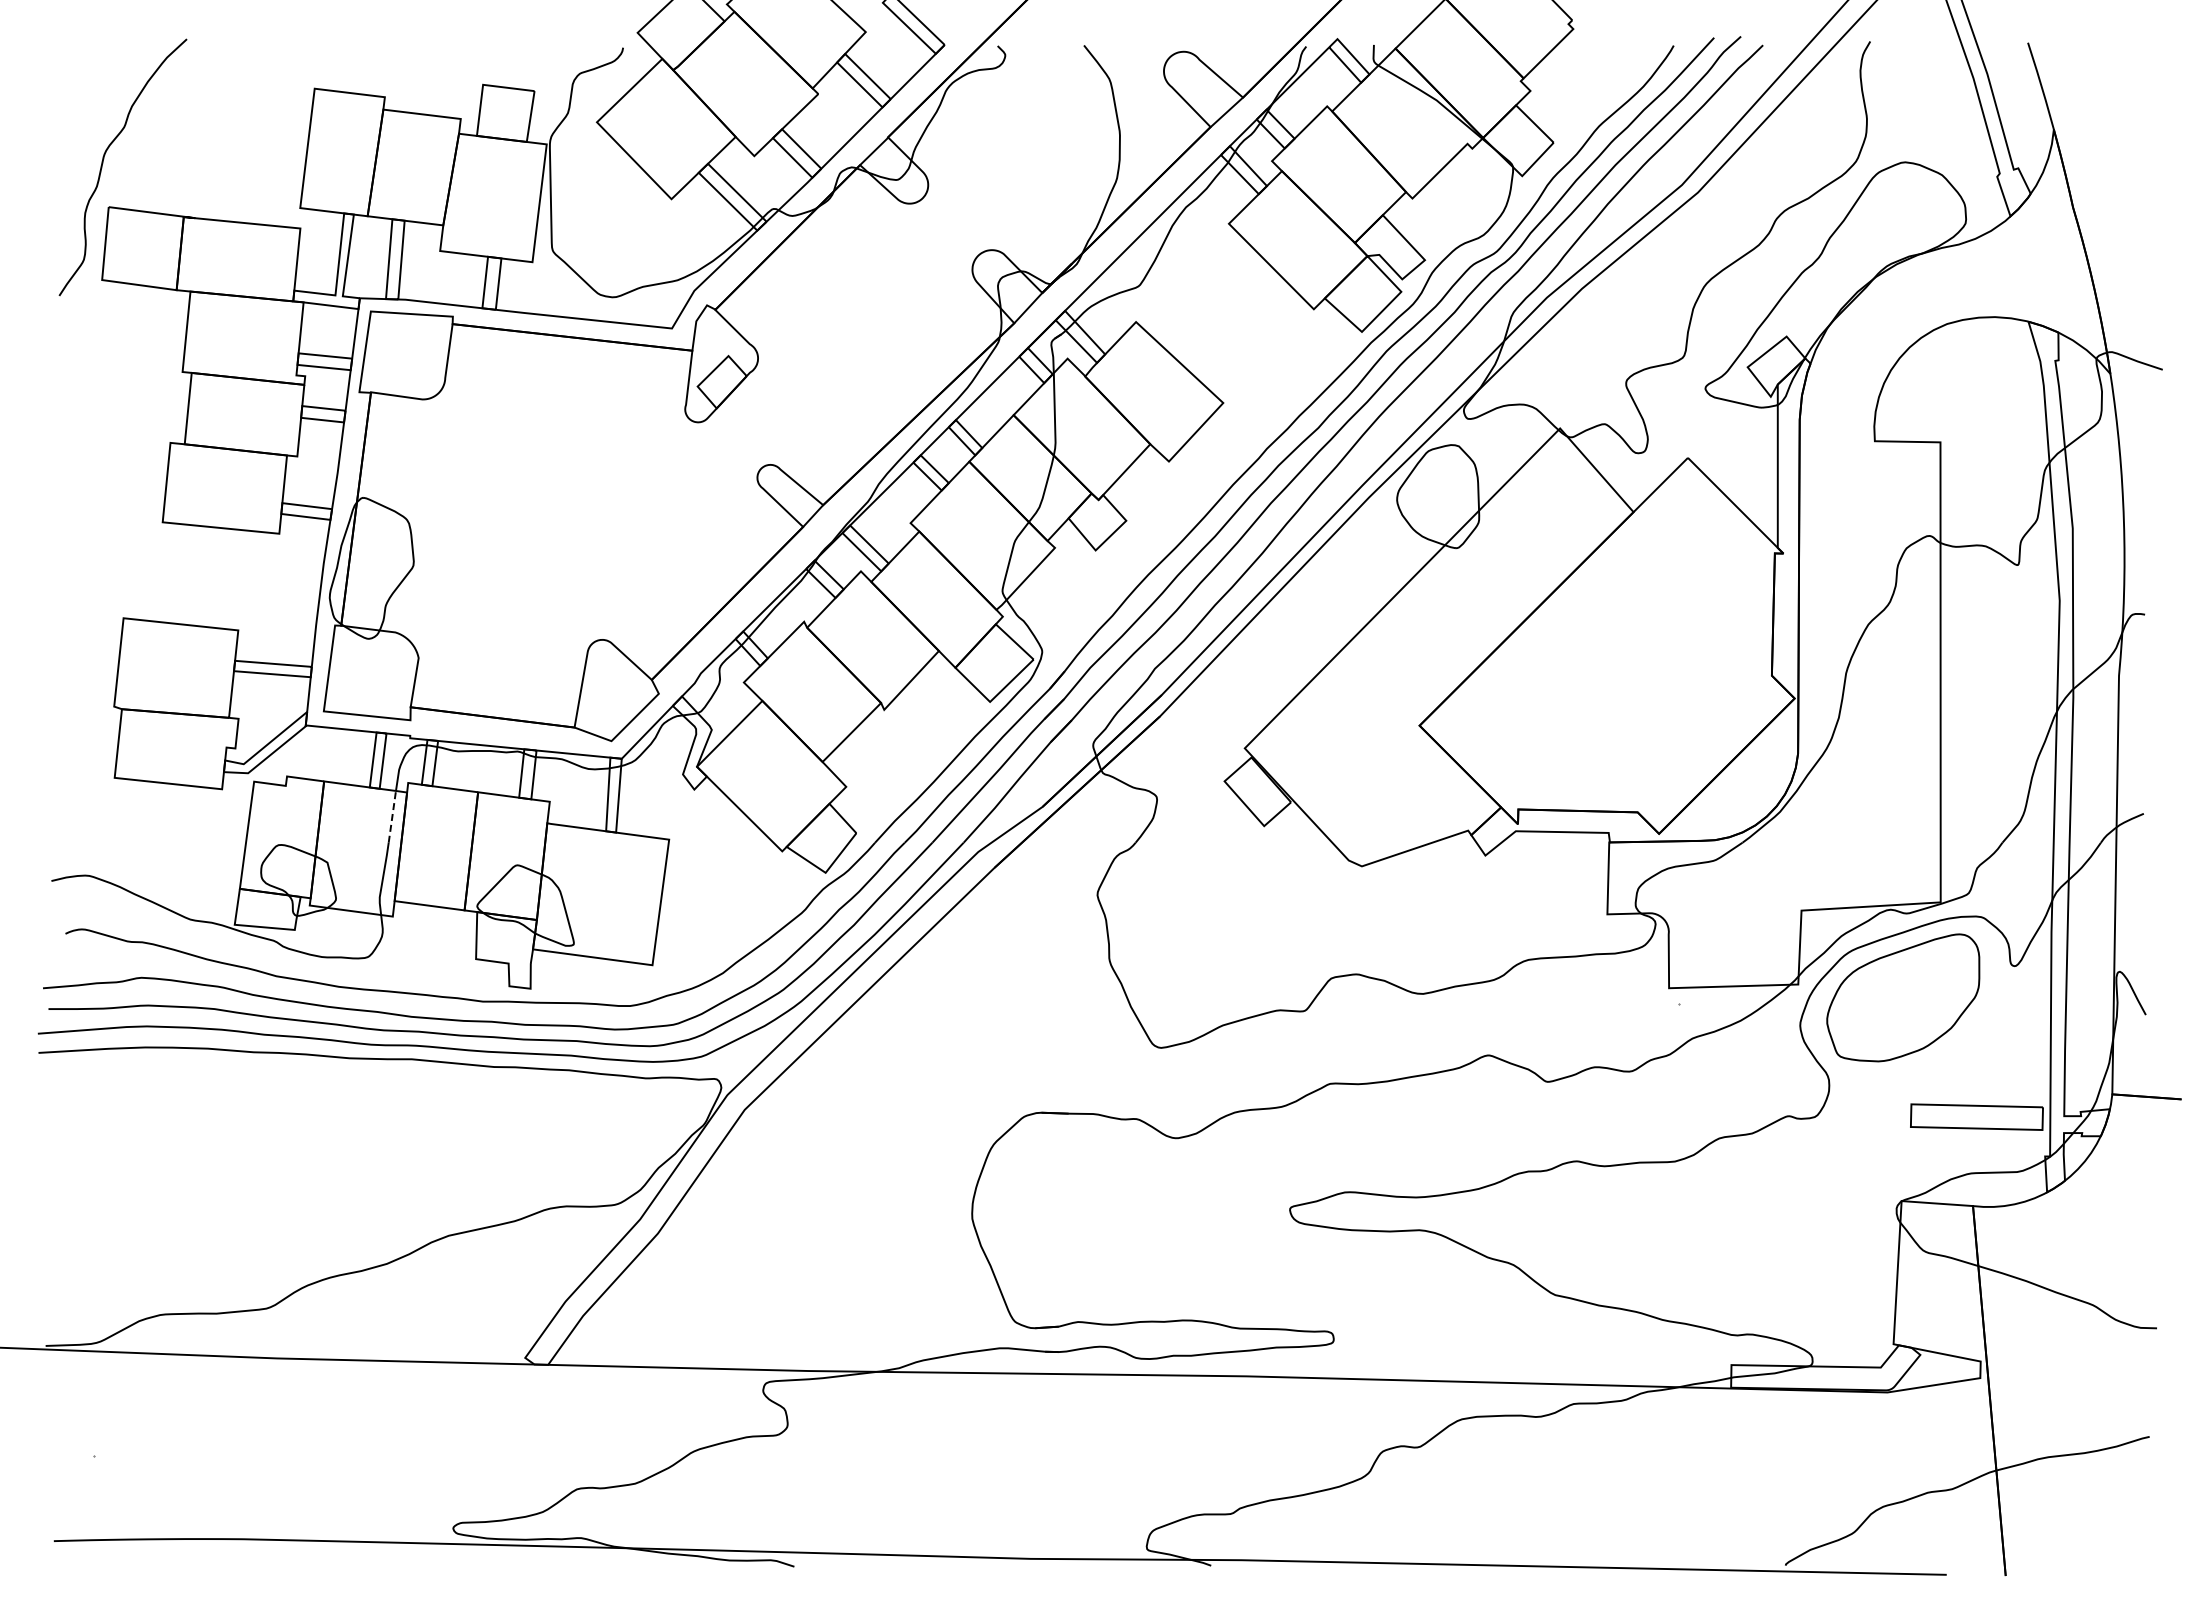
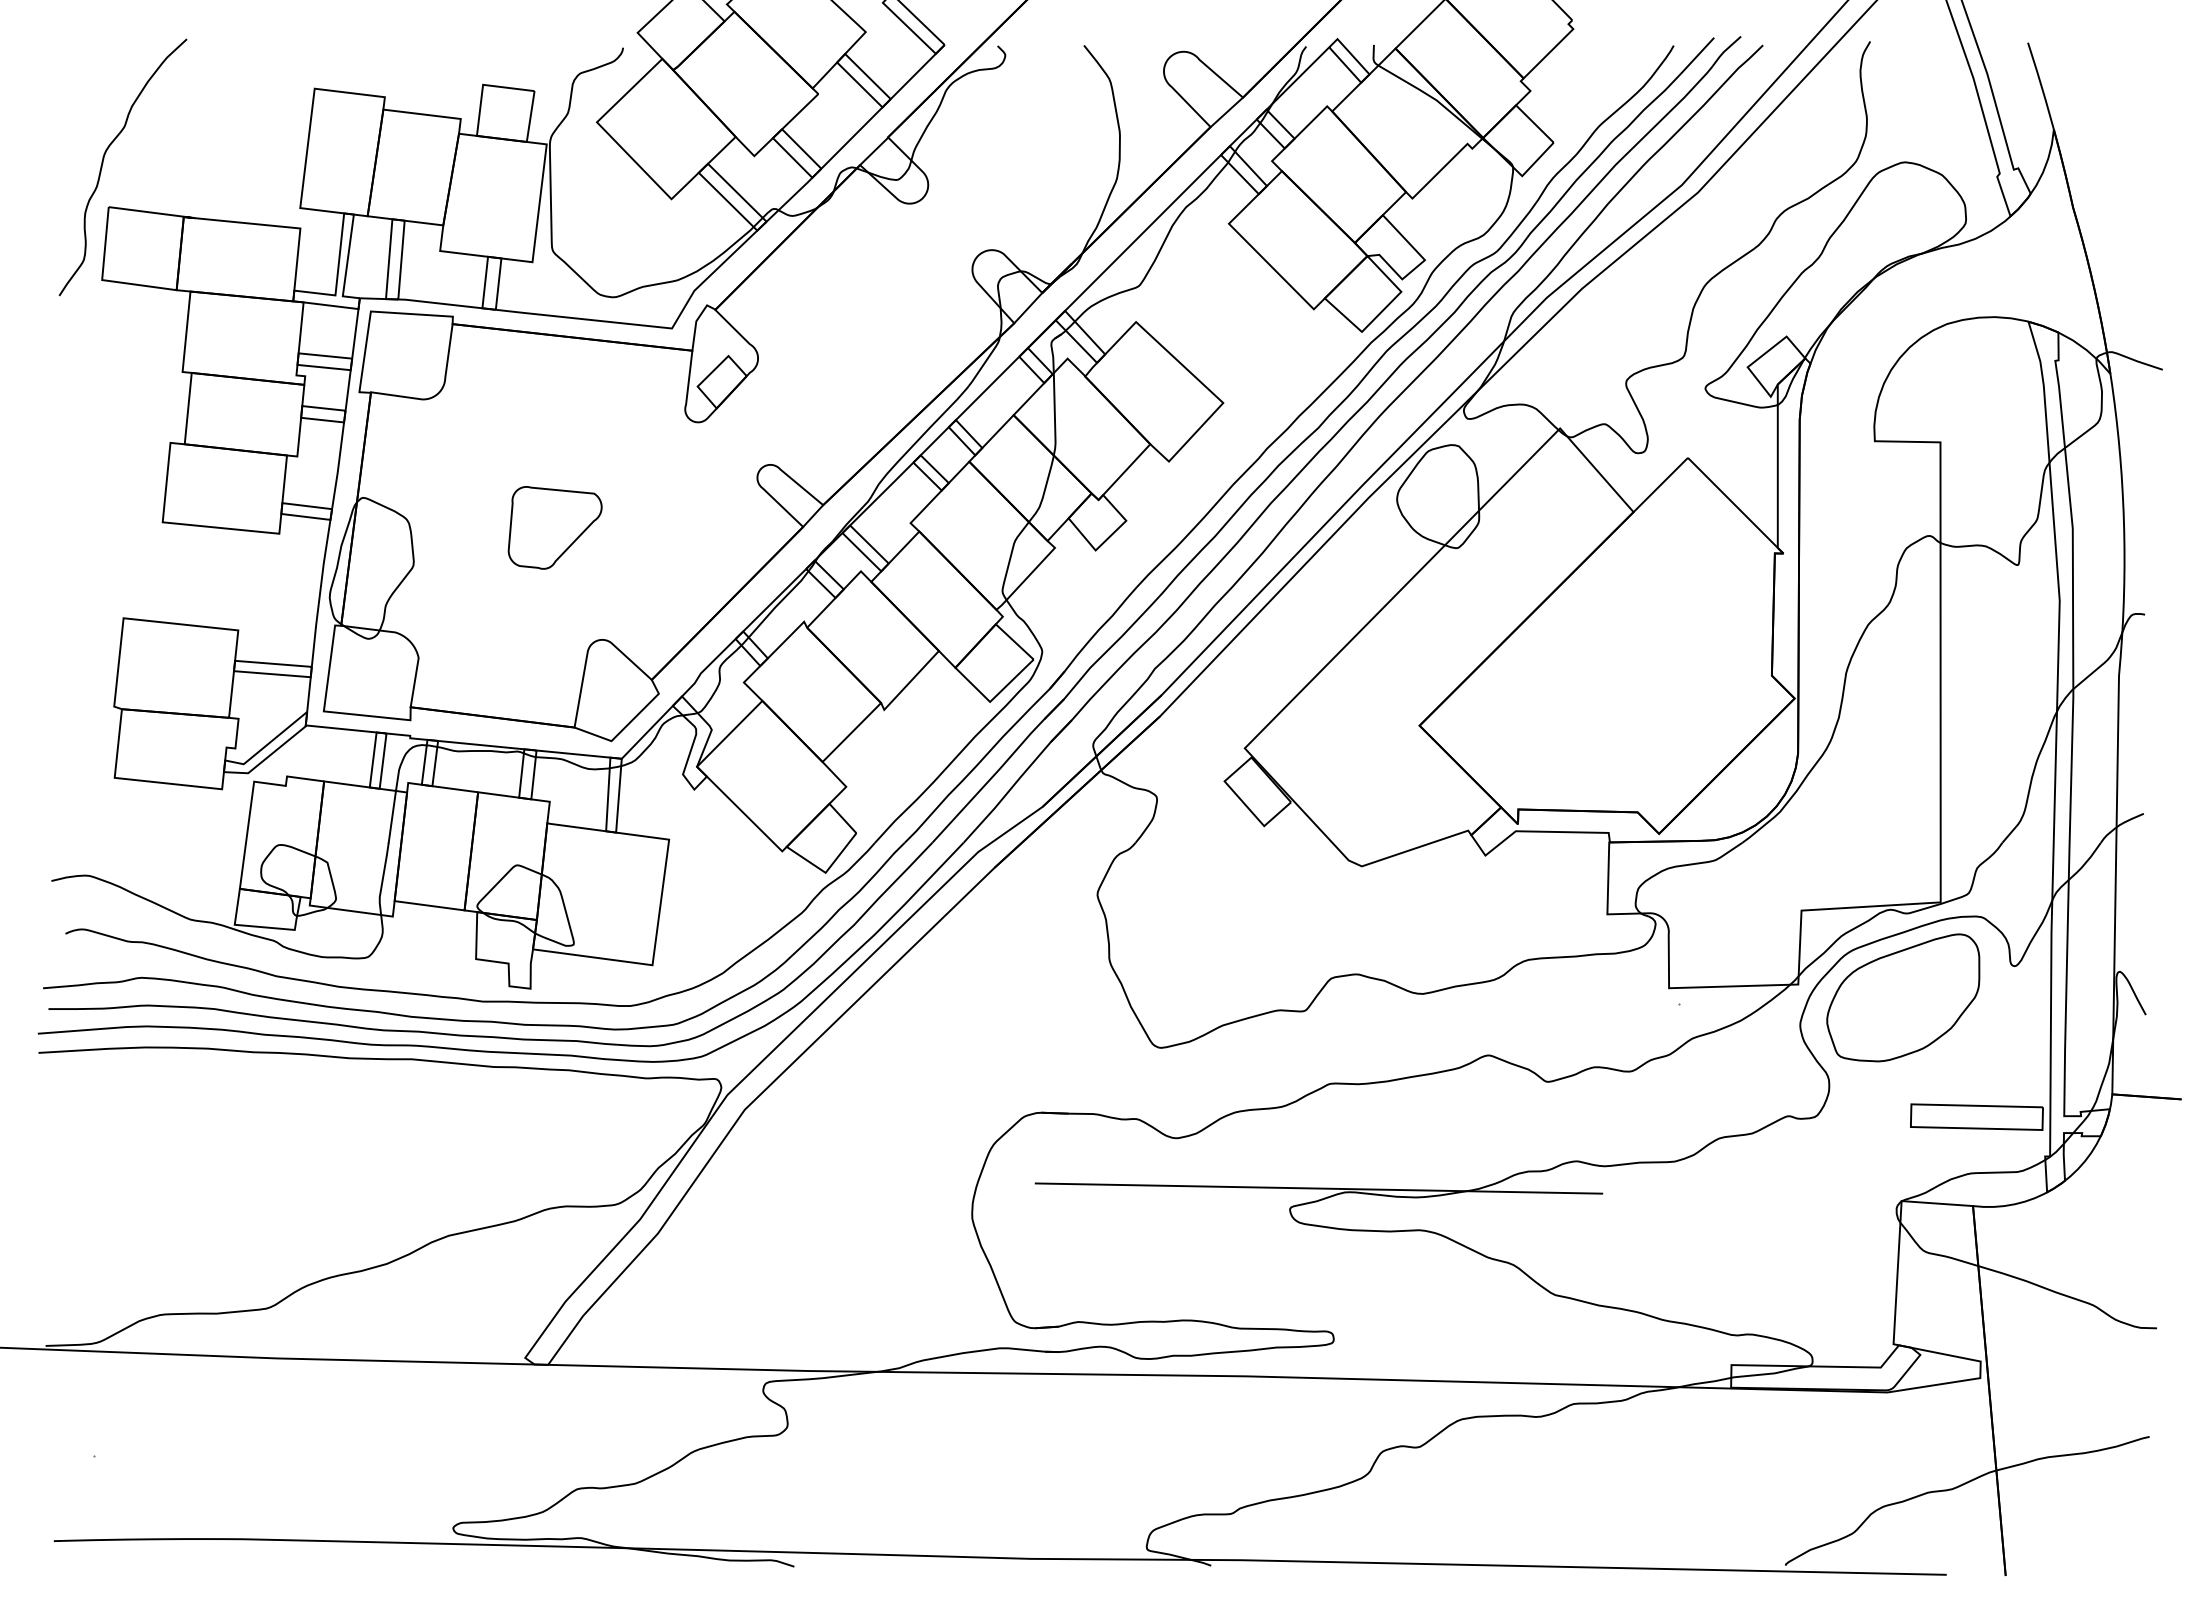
part at (554, 527): none -> present
line at (392, 816): dashed -> solid
line at (1318, 1188): none -> present
